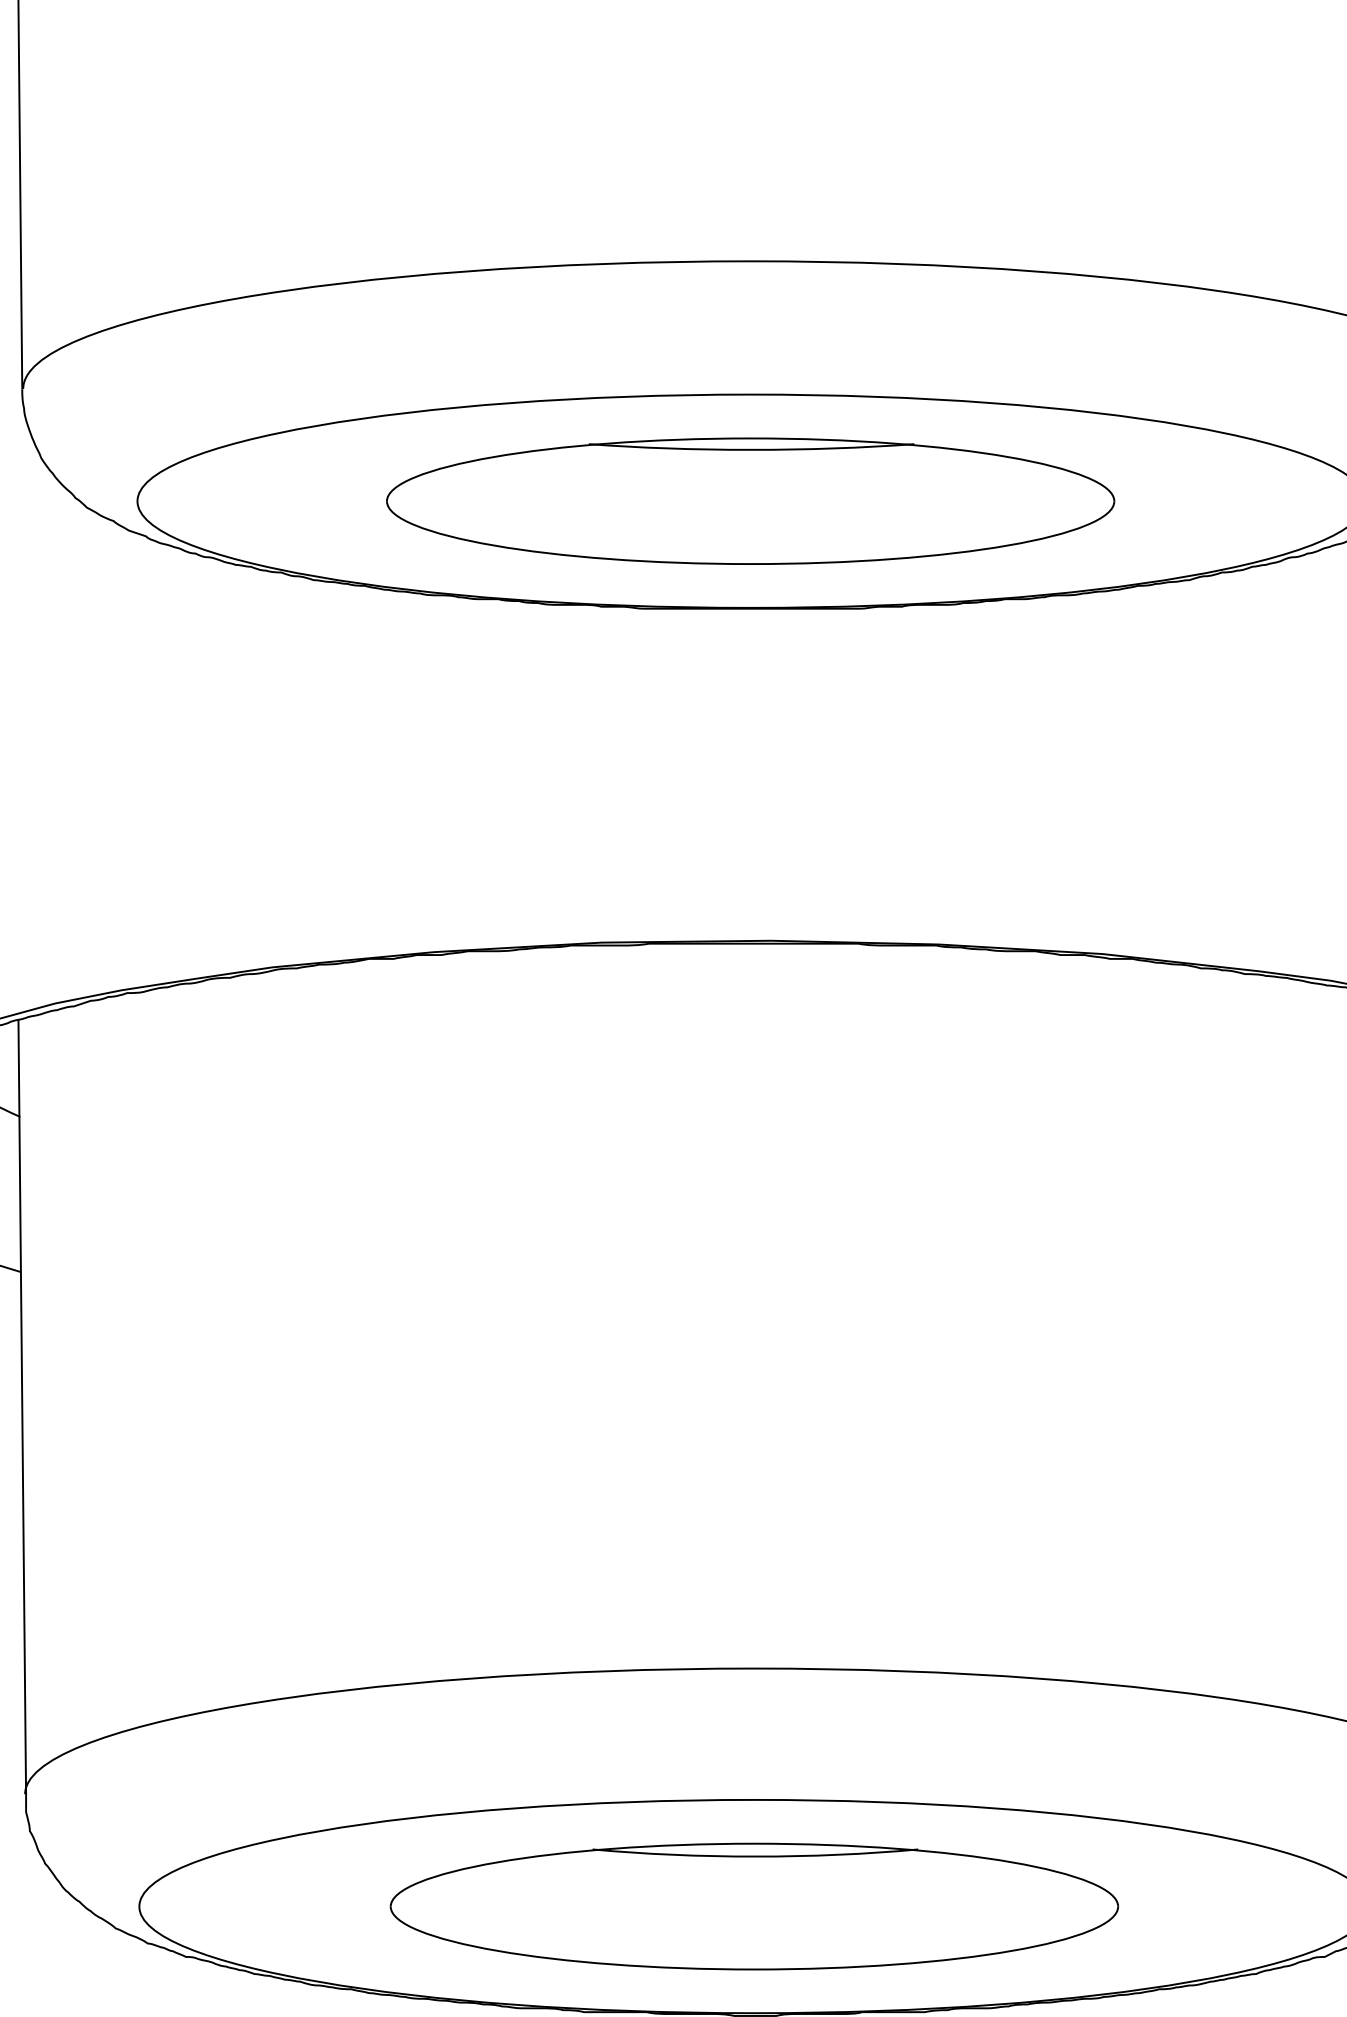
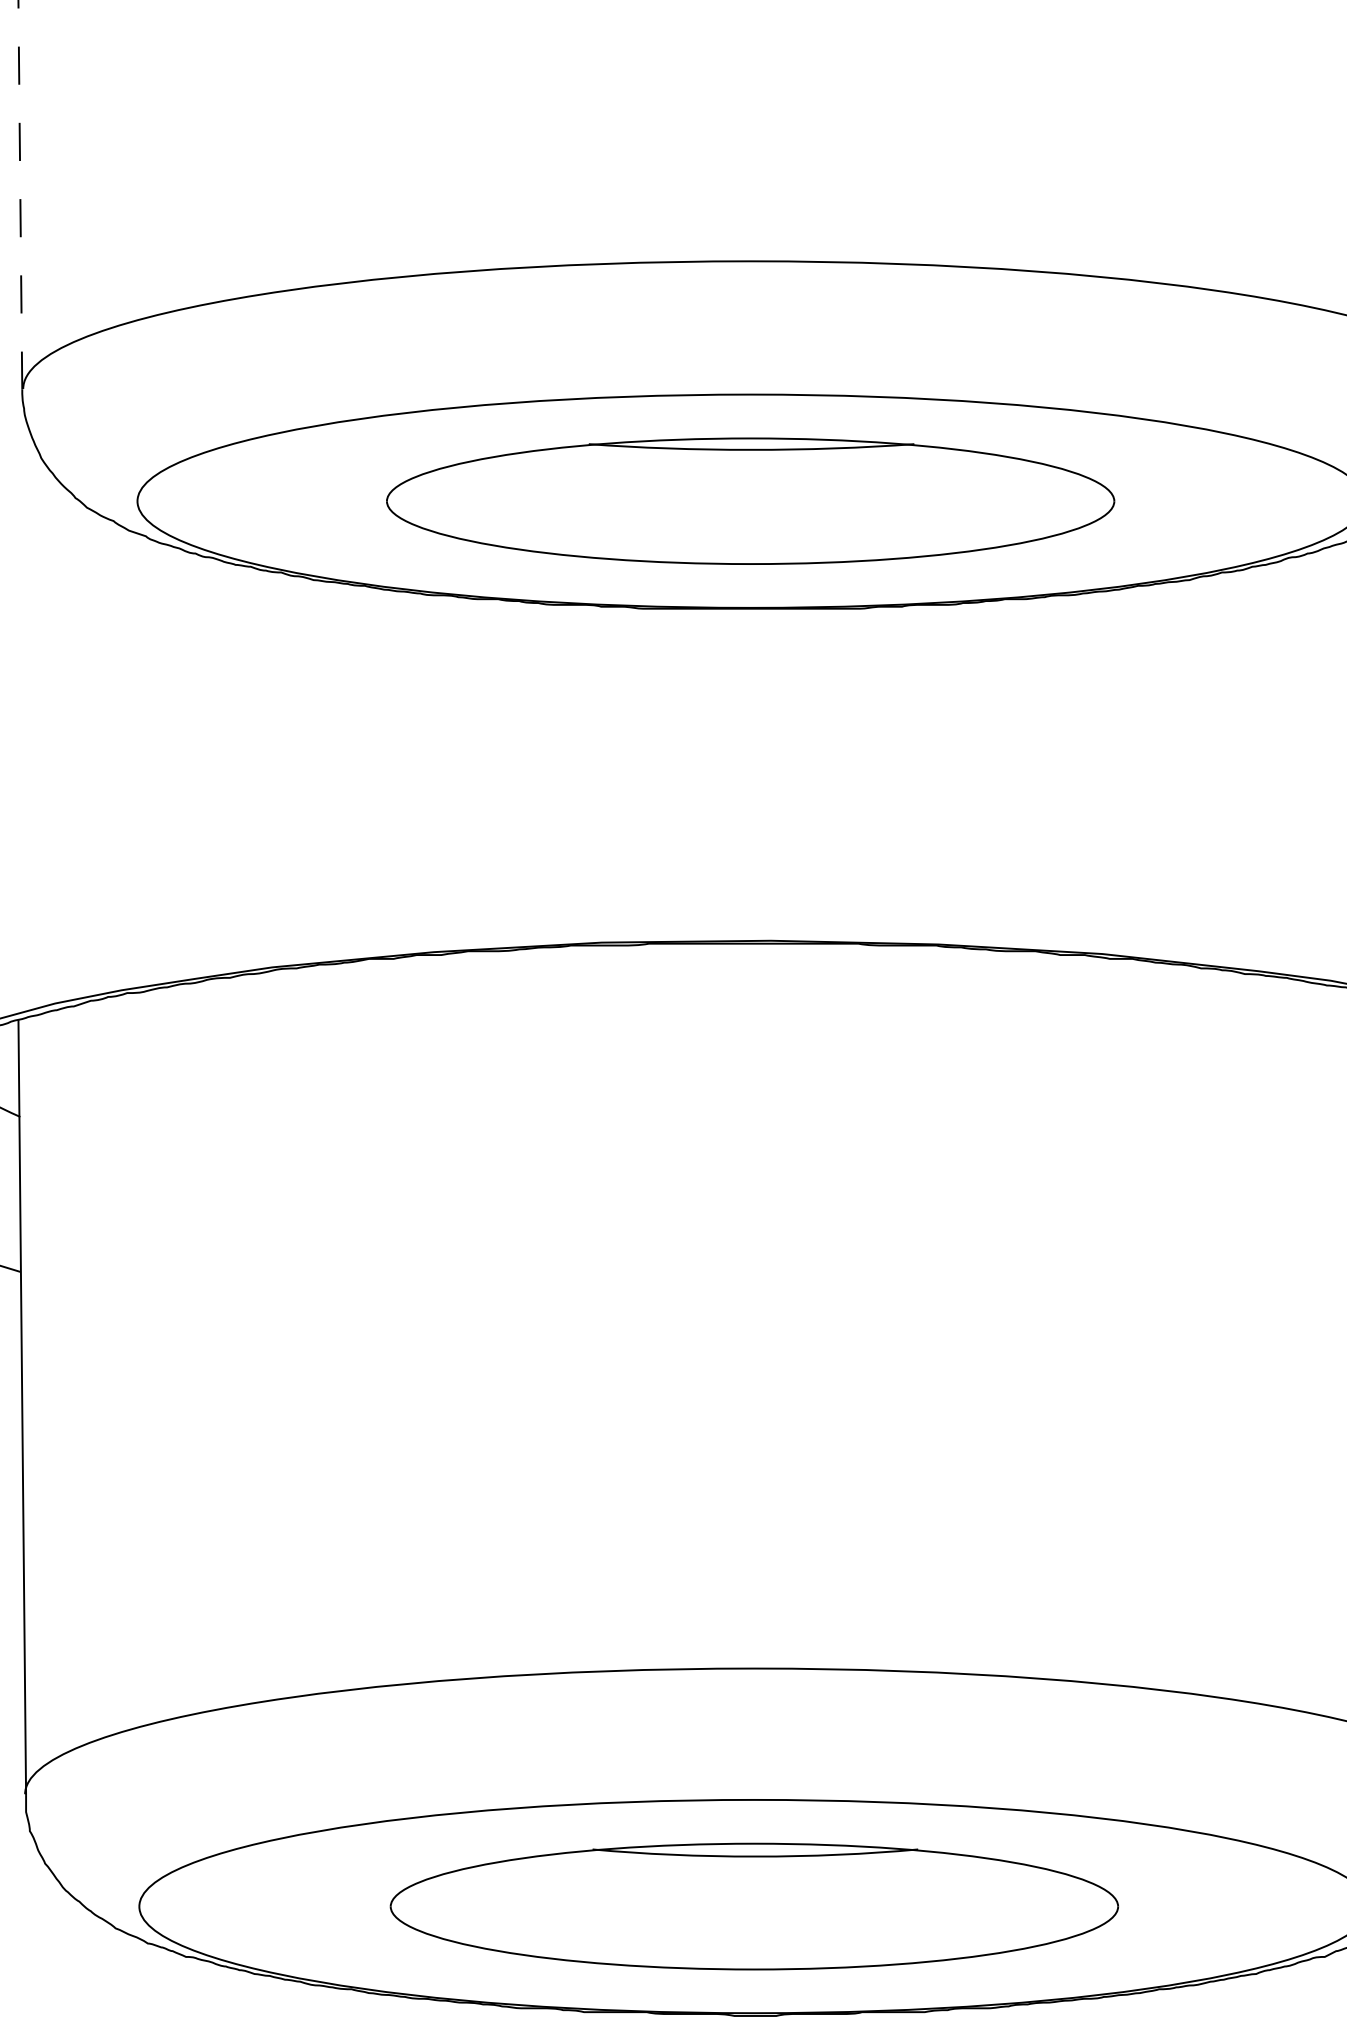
line at (20, 194): solid -> dashed
